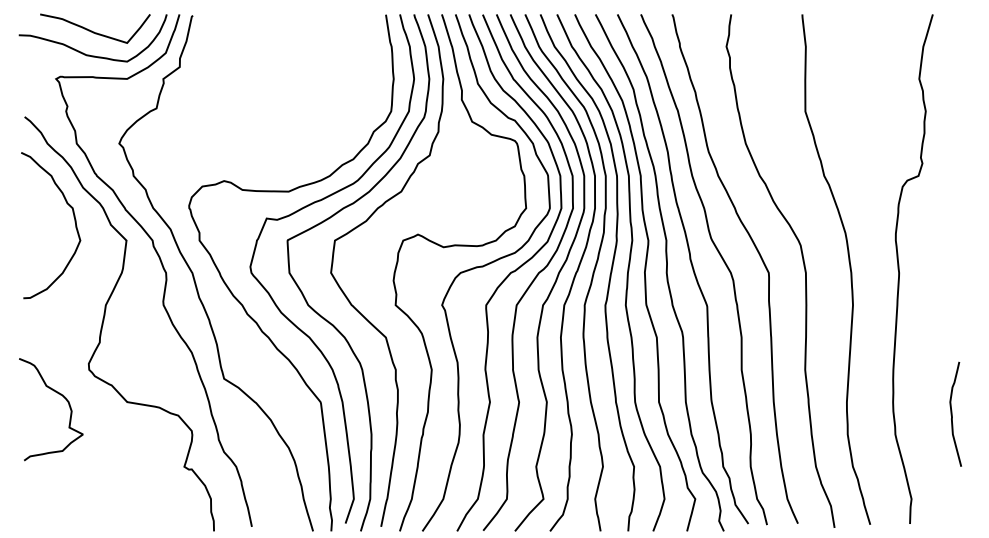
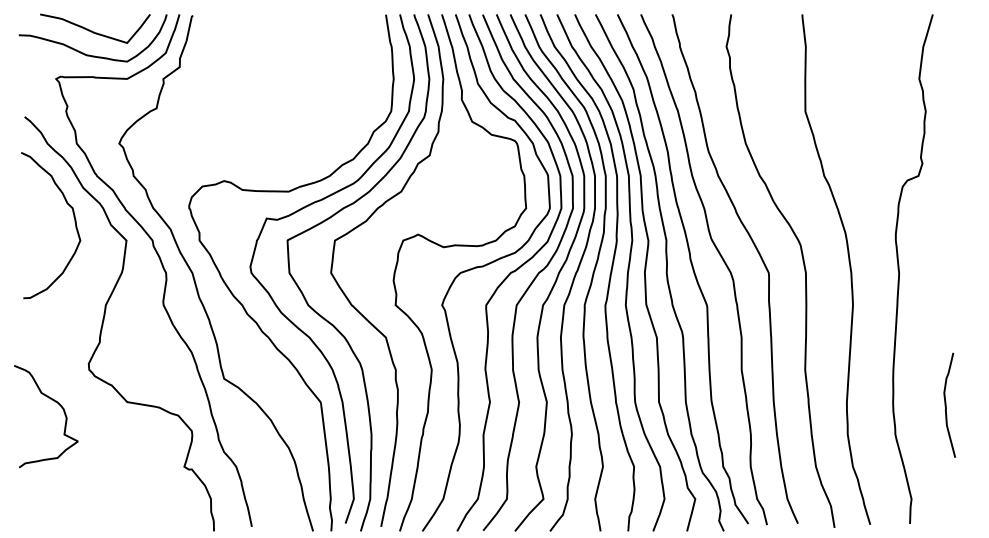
curve at (58, 394) position: (58, 394) -> (53, 401)
curve at (952, 413) position: (952, 413) -> (946, 404)
